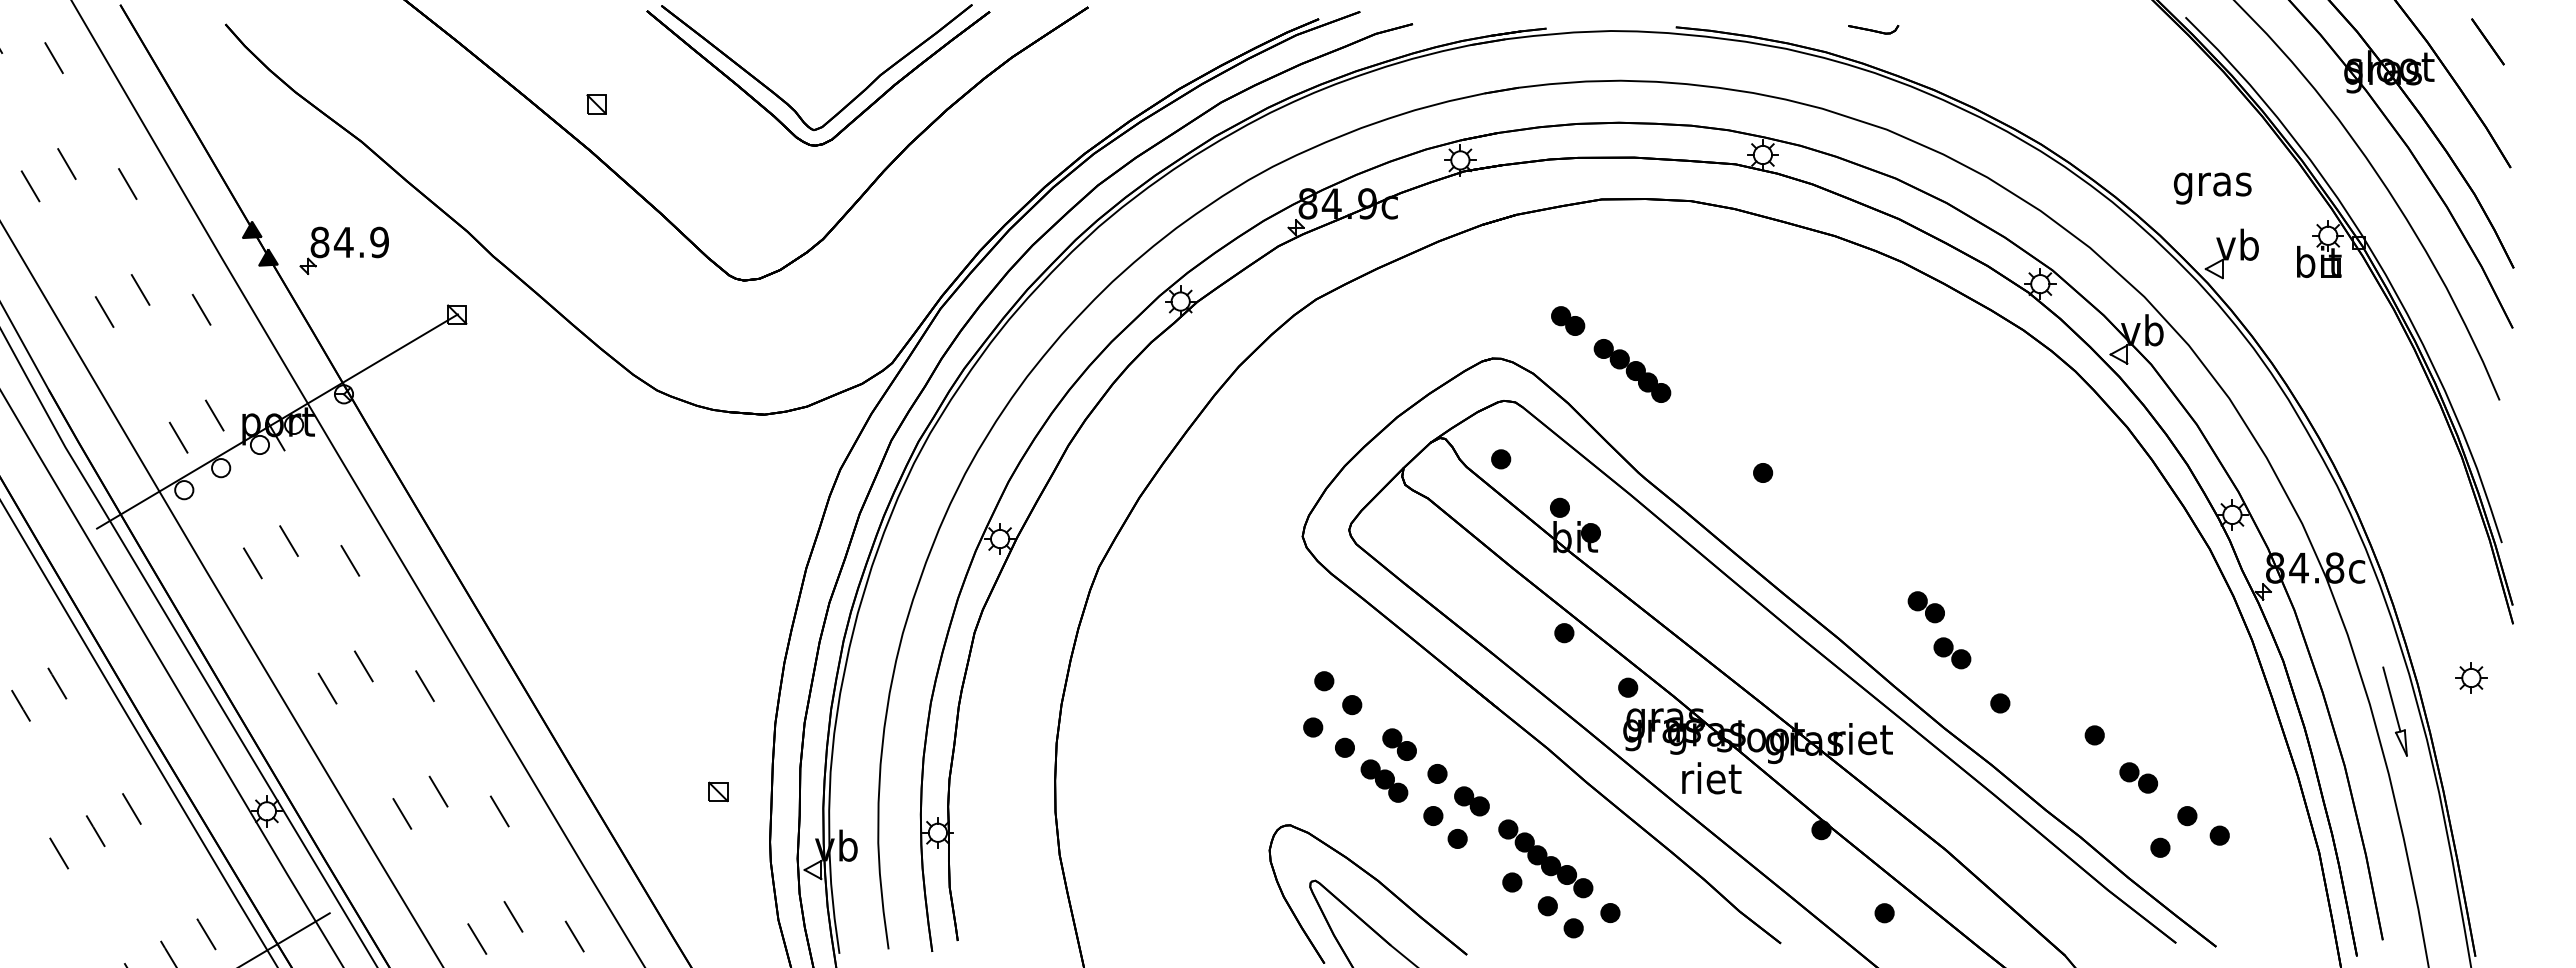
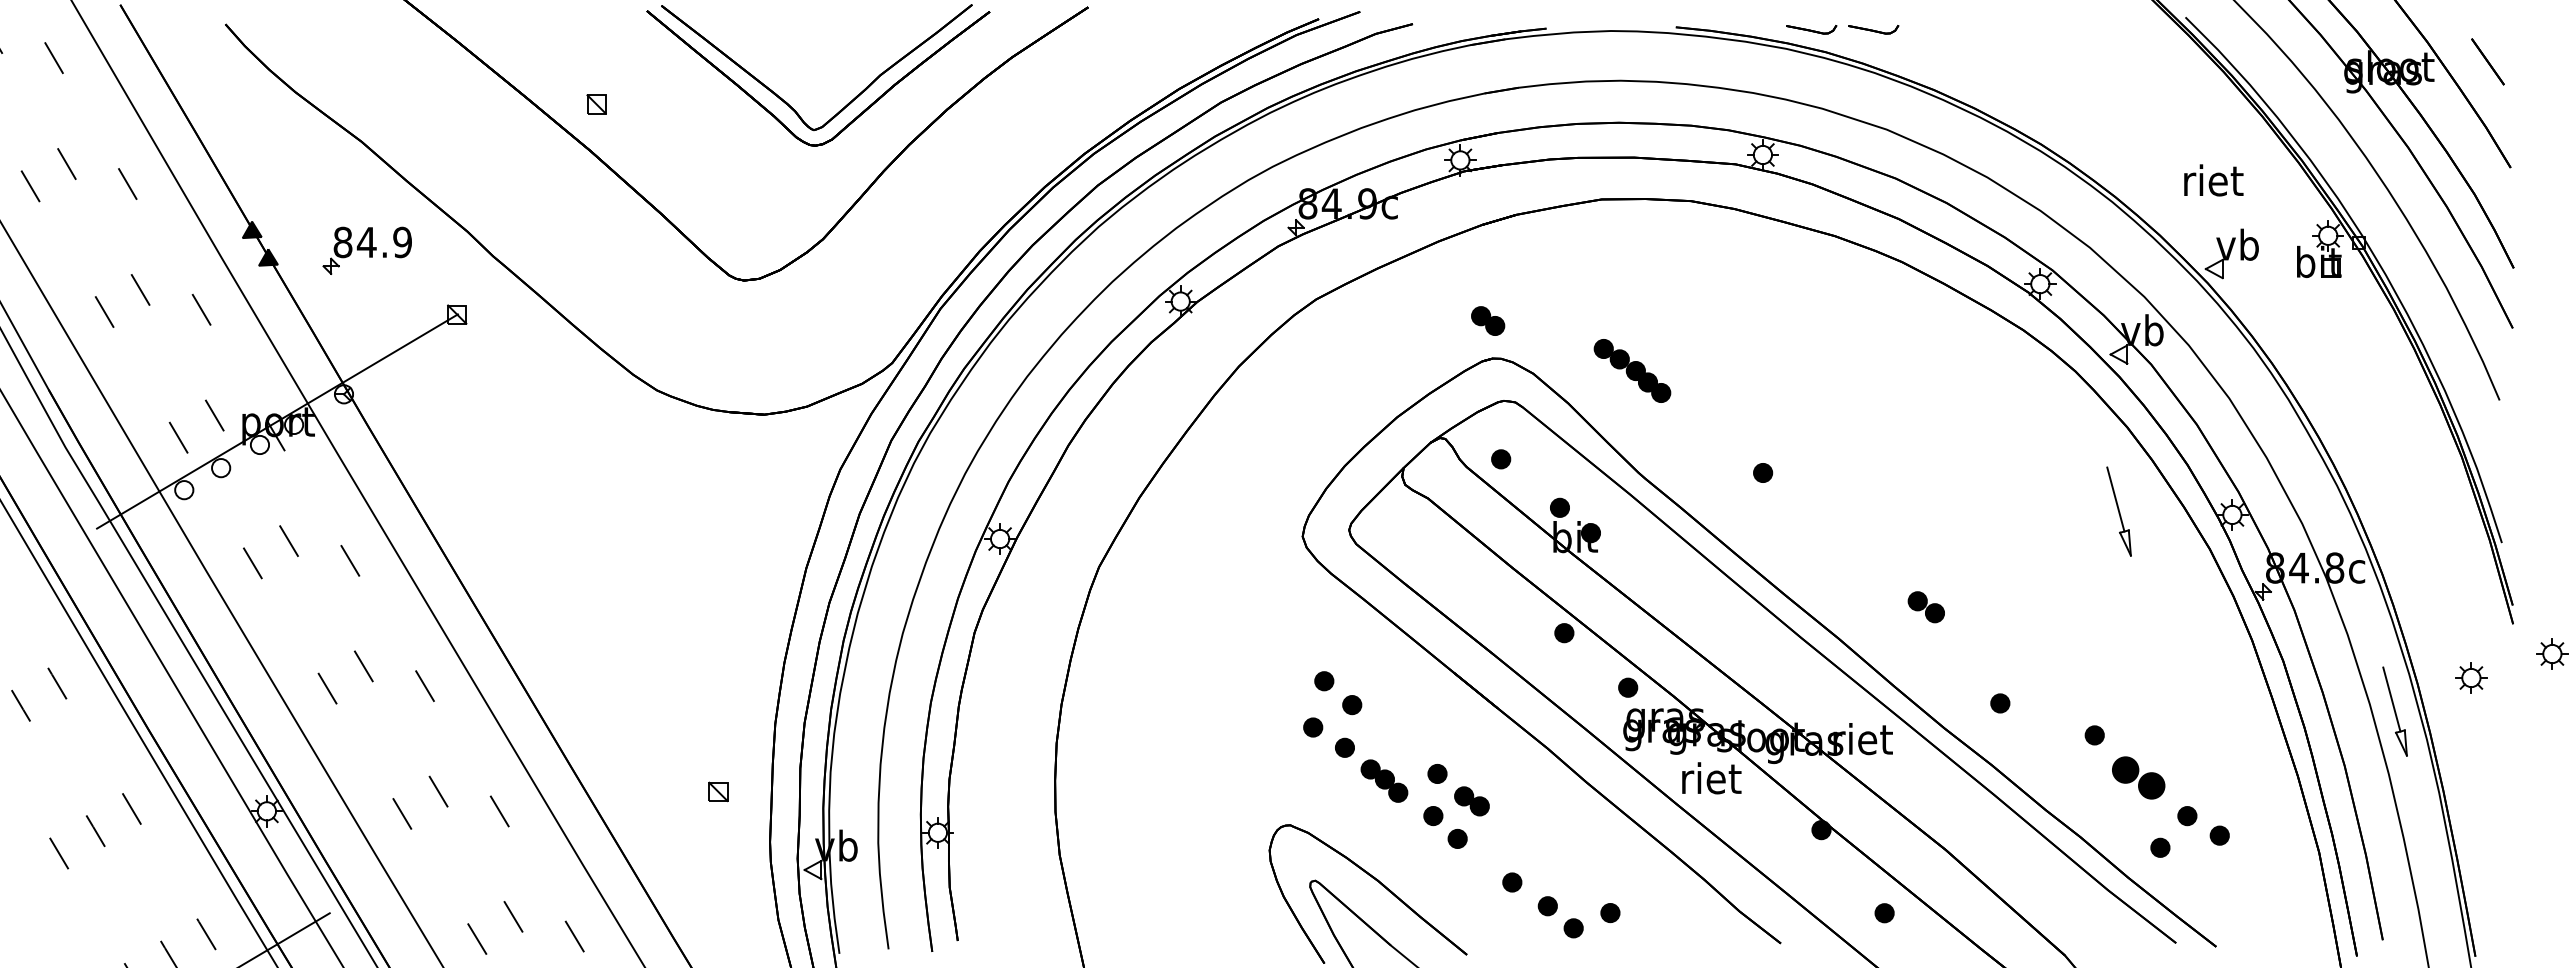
part at (1811, 29): none -> present
line at (2487, 41) position: (2487, 41) -> (2487, 61)
text at (2212, 184): gras -> riet
part at (343, 250) position: (343, 250) -> (366, 250)
part at (1568, 320) position: (1568, 320) -> (1488, 320)
part at (2118, 511): none -> present
part at (1952, 653): present -> none
part at (2552, 653): none -> present
part at (1399, 744): present -> none
part at (2138, 777) size: 40x32 px -> 54x44 px
part at (1545, 858): present -> none
